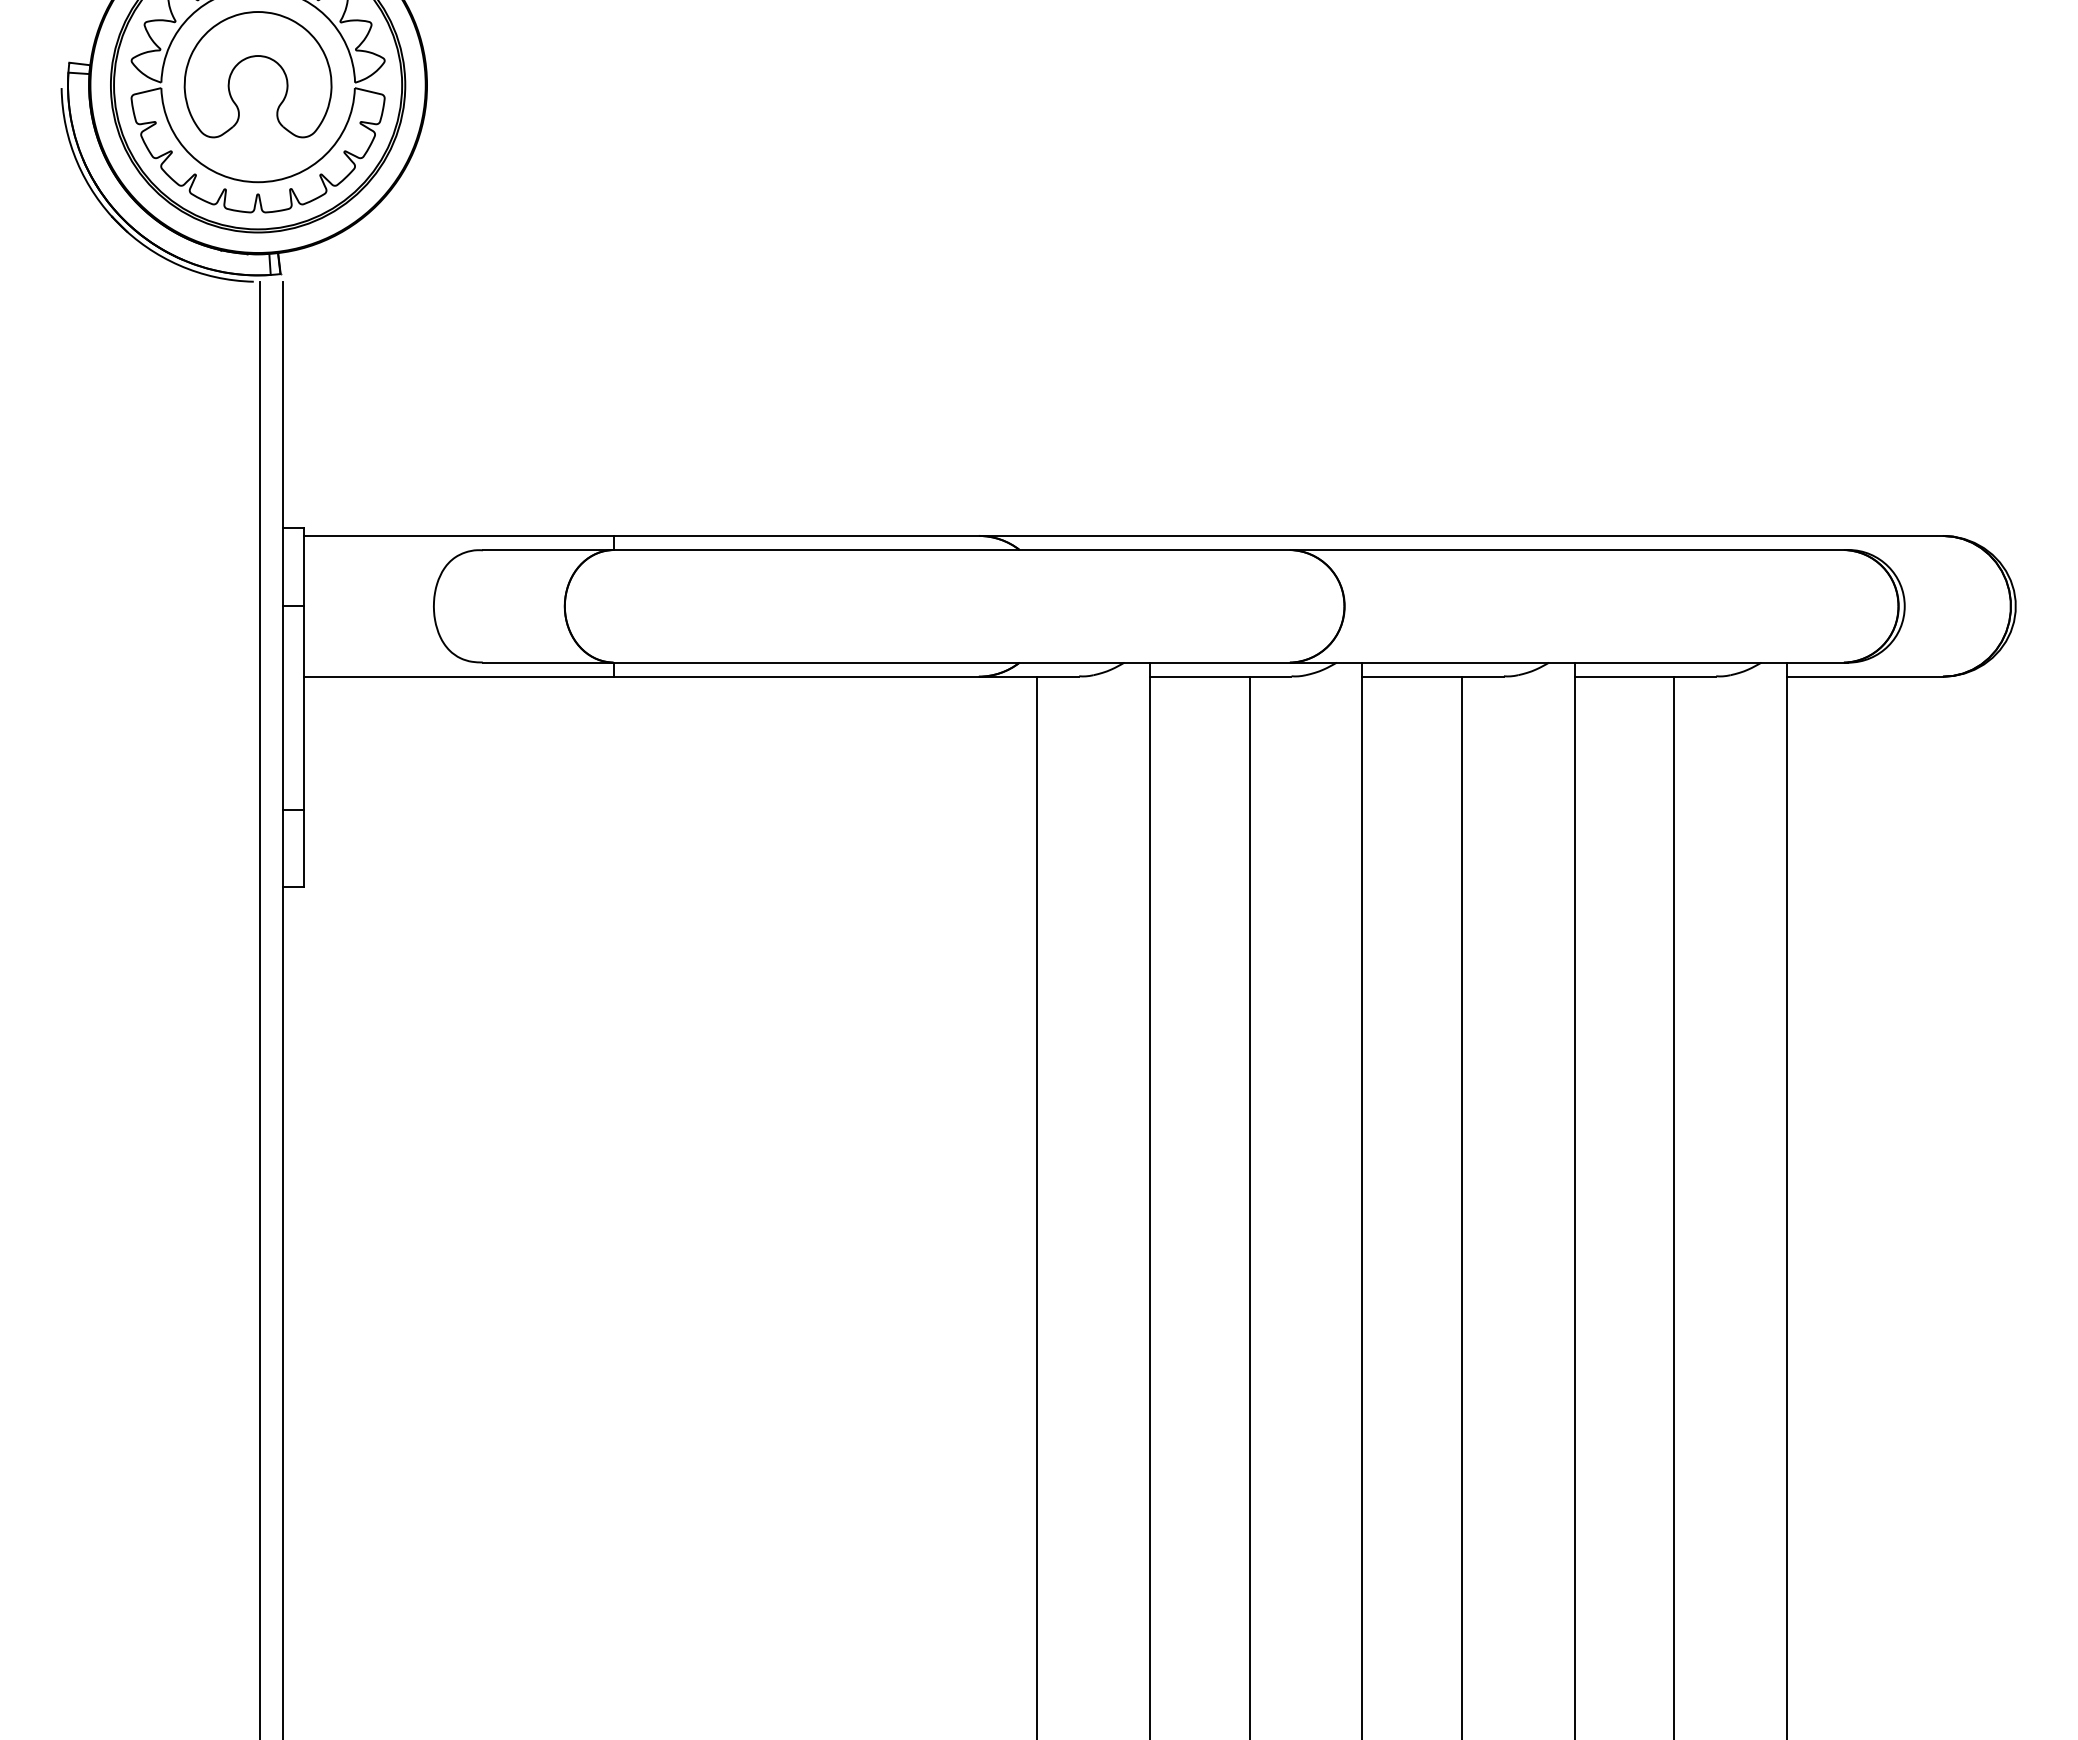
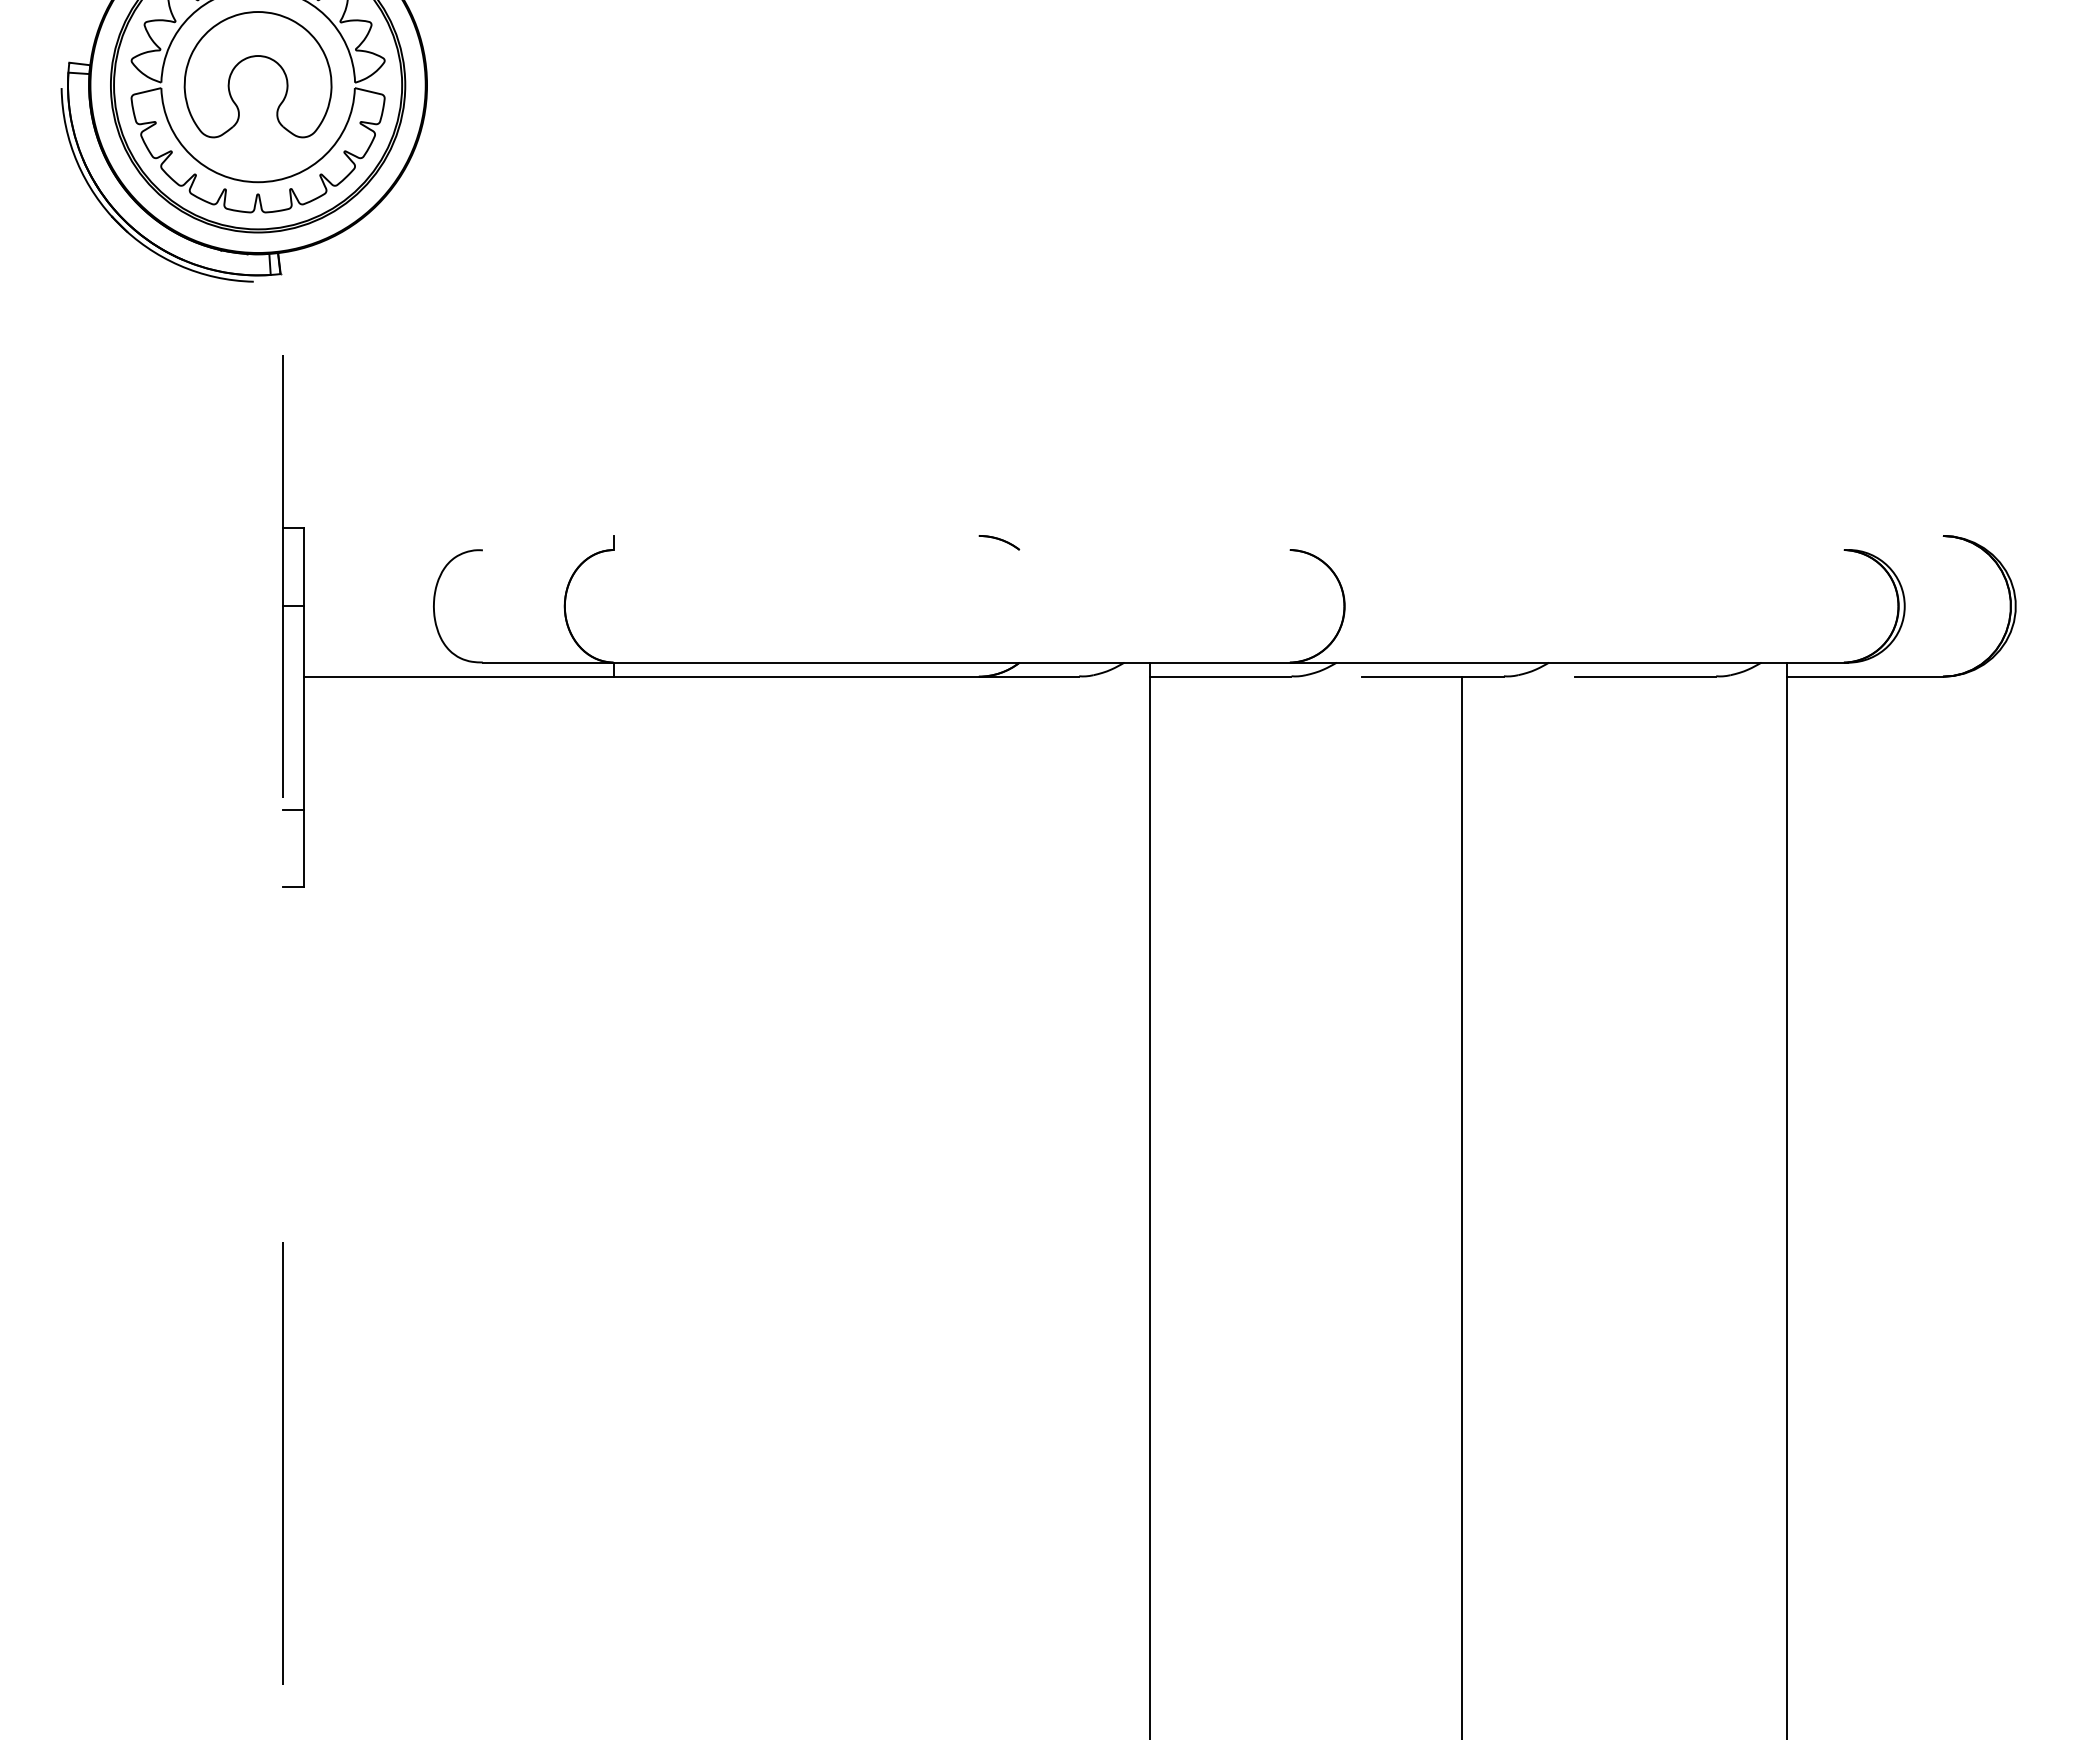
line at (1122, 535): present -> none
line at (1165, 550): present -> none
line at (260, 1008): present -> none
line at (282, 1010): solid -> dashed
line at (1362, 1199): present -> none
line at (1574, 1199): present -> none
line at (1037, 1206): present -> none
line at (1249, 1206): present -> none
line at (1674, 1206): present -> none
